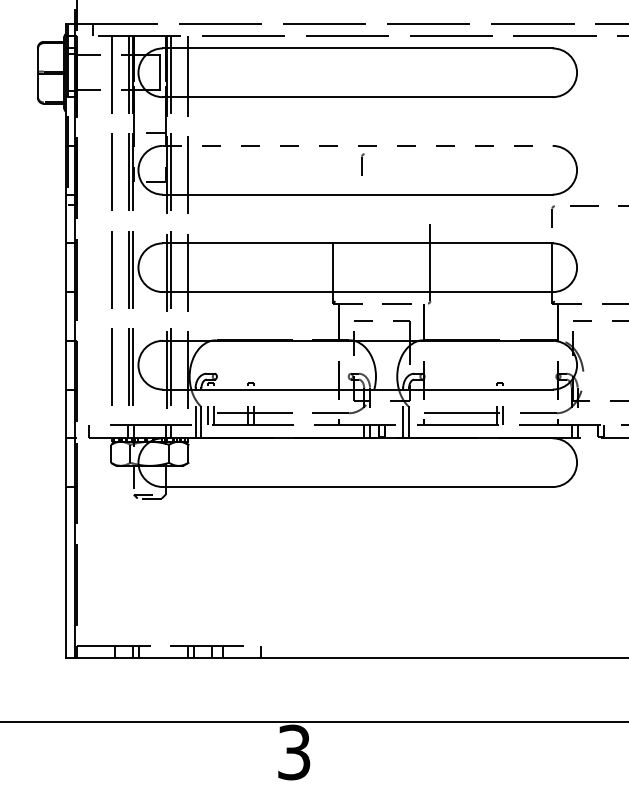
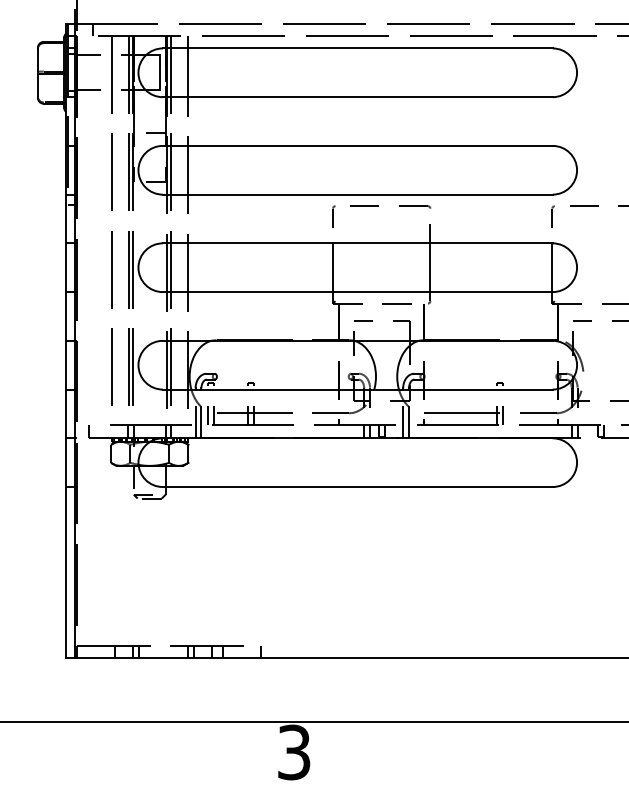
line at (357, 145): dashed -> solid
part at (362, 164) position: (362, 164) -> (333, 216)
part at (399, 206): none -> present
